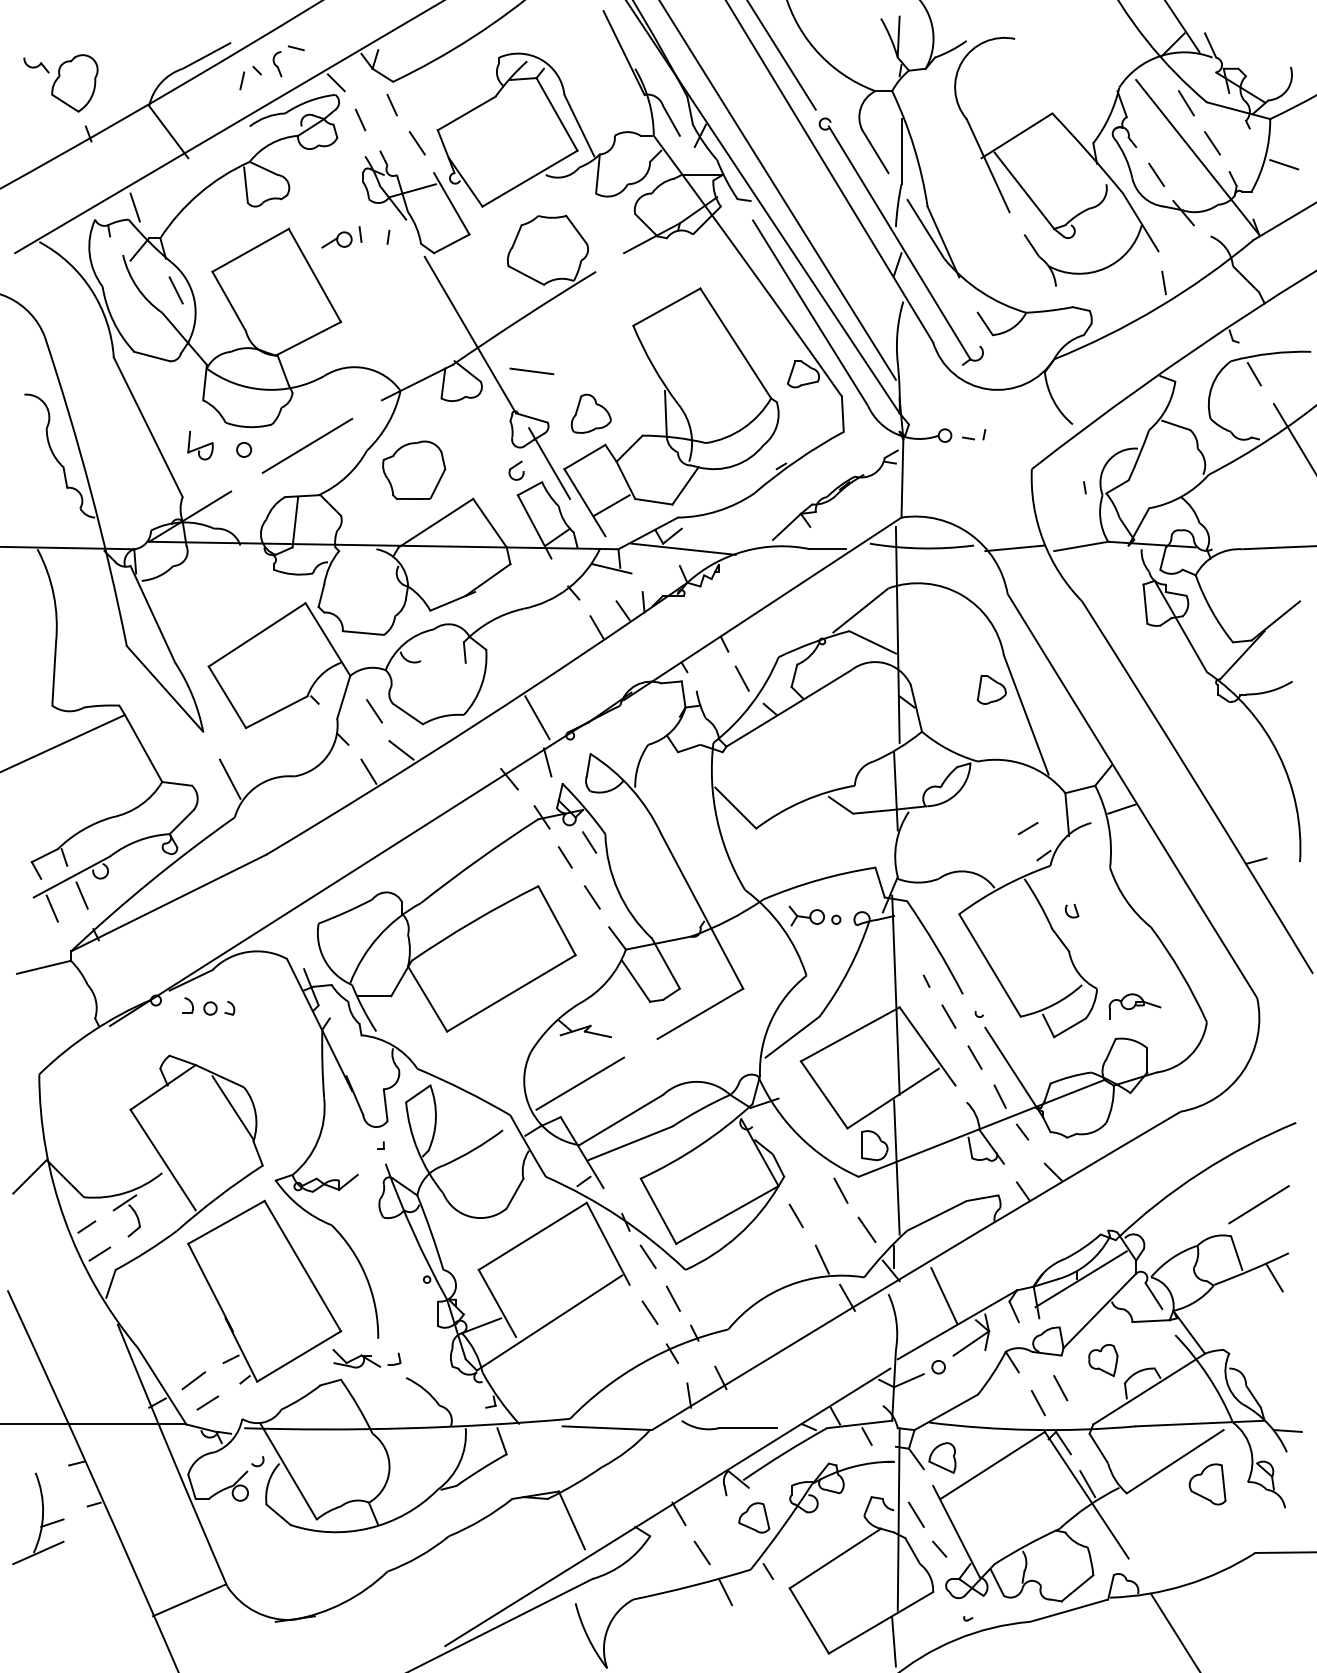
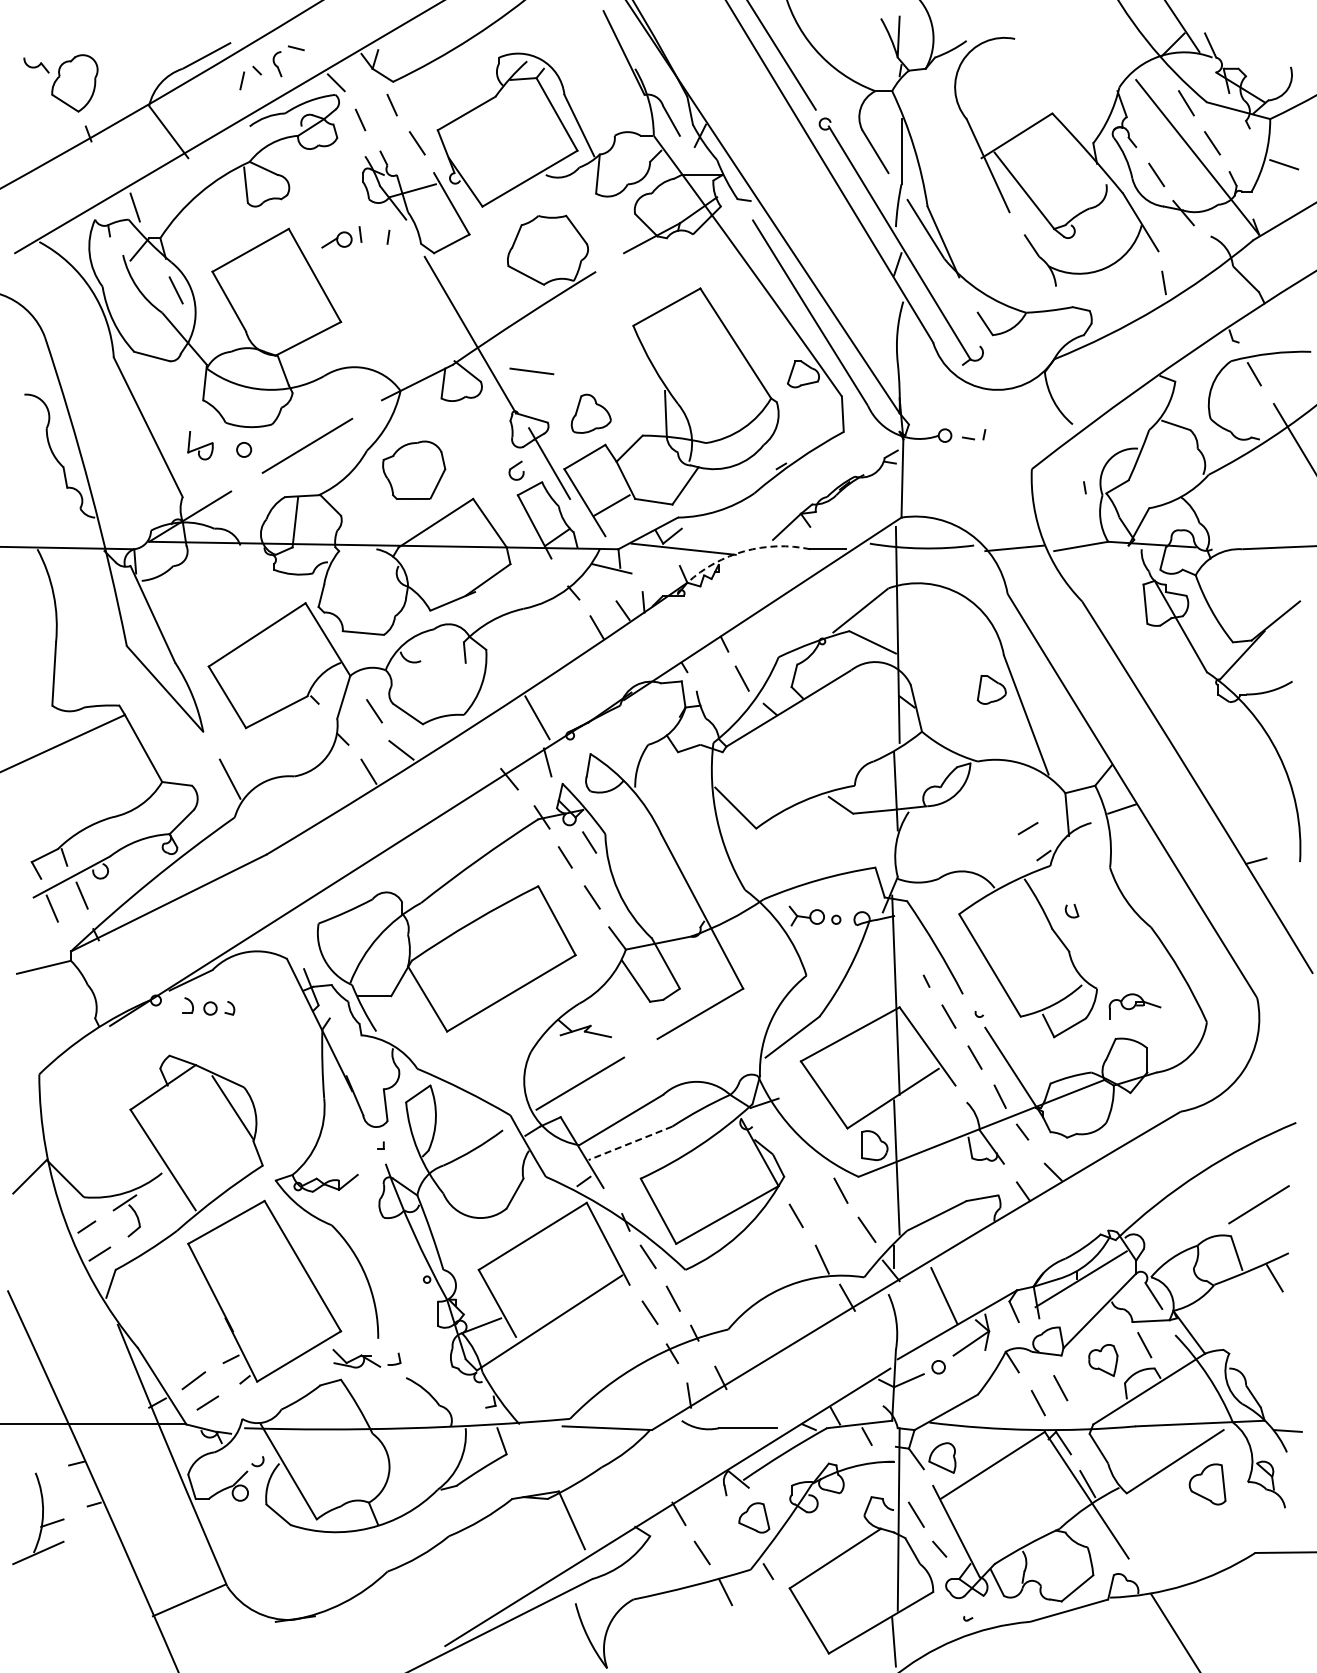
line at (777, 190): present -> none
arc at (744, 551): solid -> dashed
line at (630, 1143): solid -> dashed
line at (1144, 1345): none -> present
